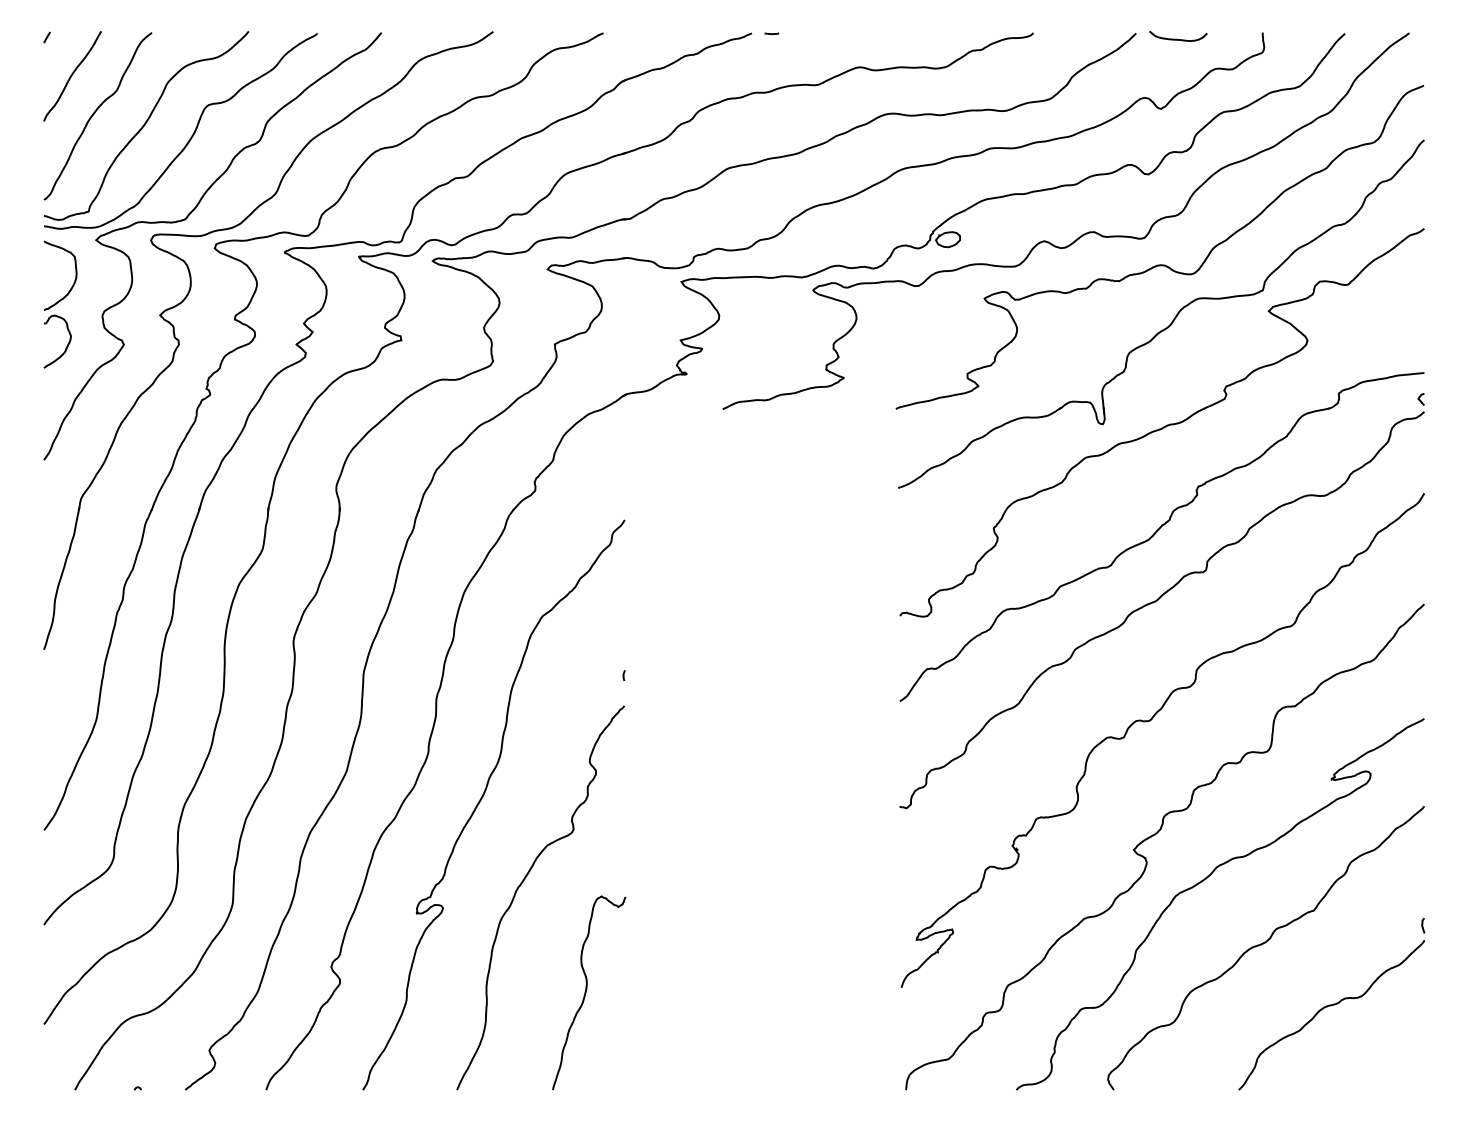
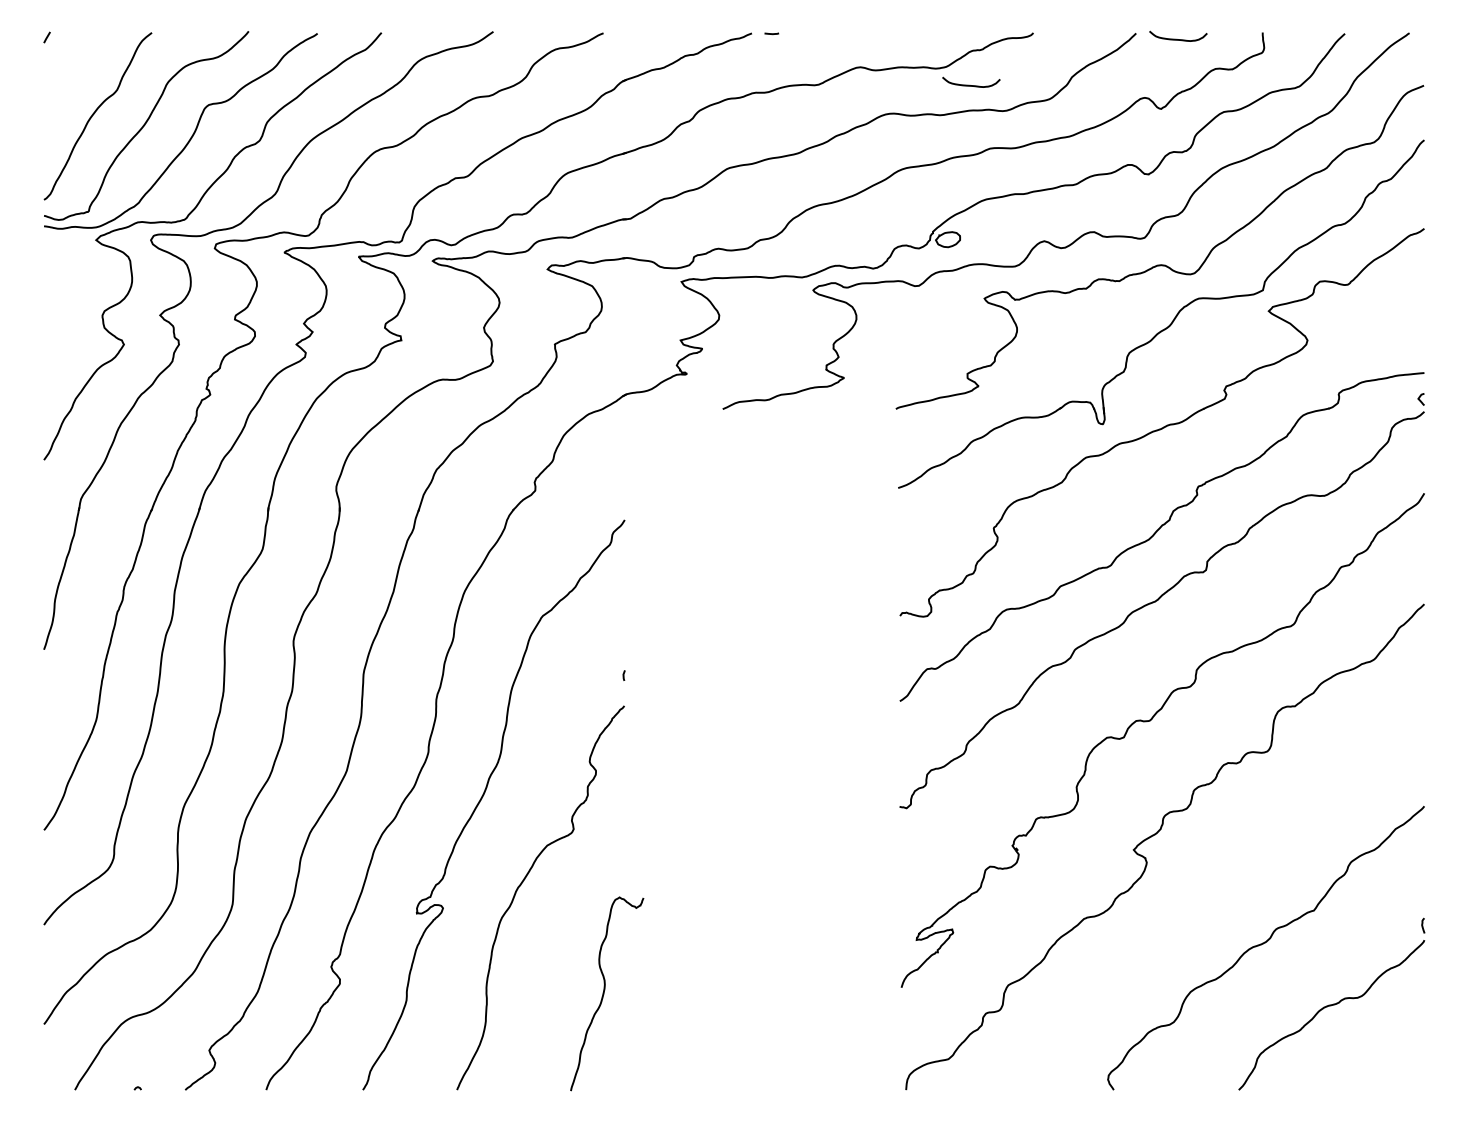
curve at (72, 76): present -> none
curve at (969, 84): none -> present
part at (60, 304): present -> none
curve at (1202, 882): present -> none
curve at (586, 992) position: (586, 992) -> (604, 993)
